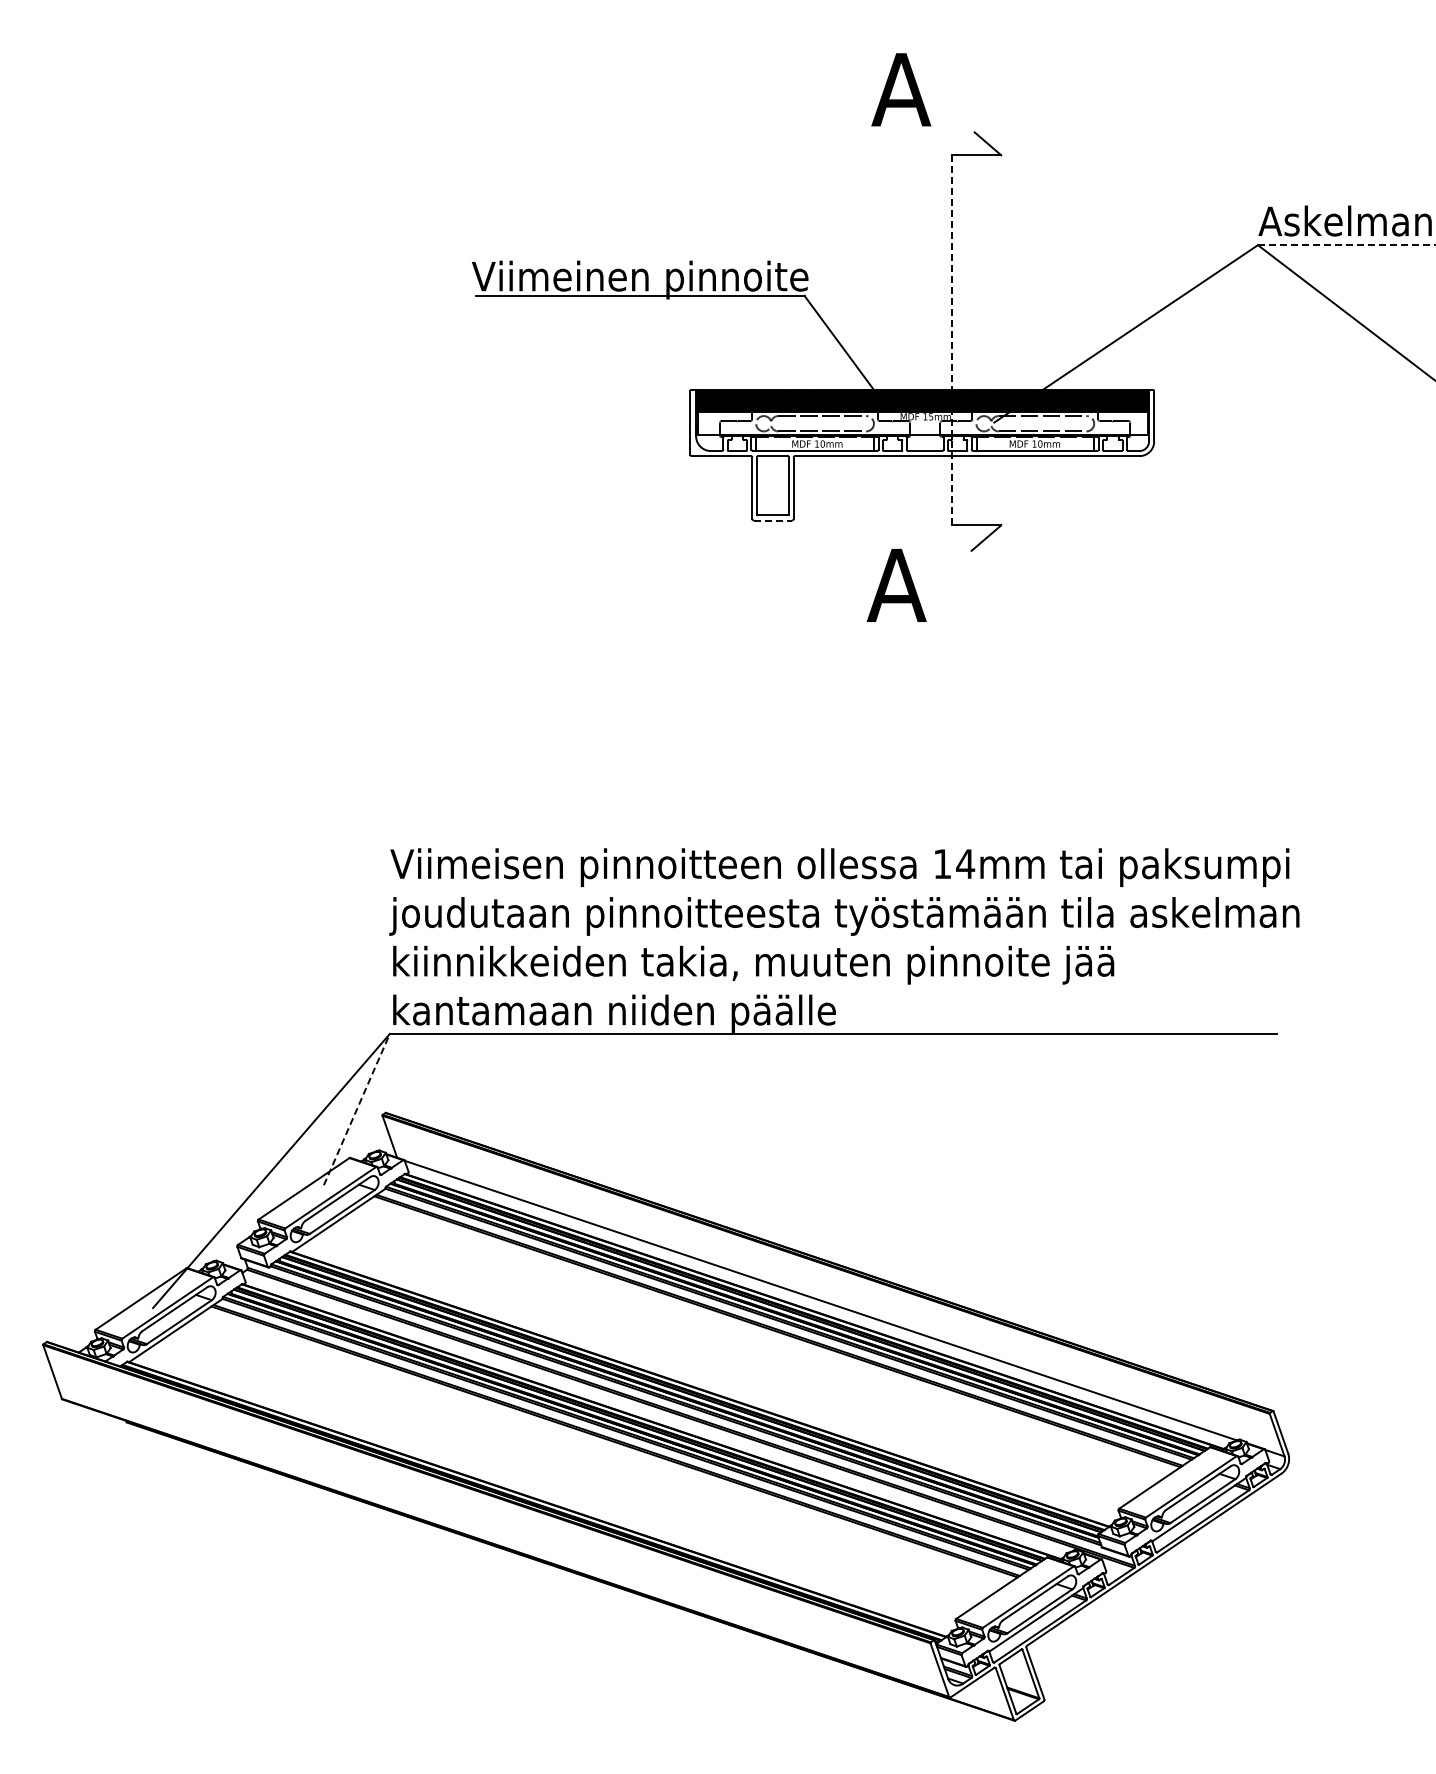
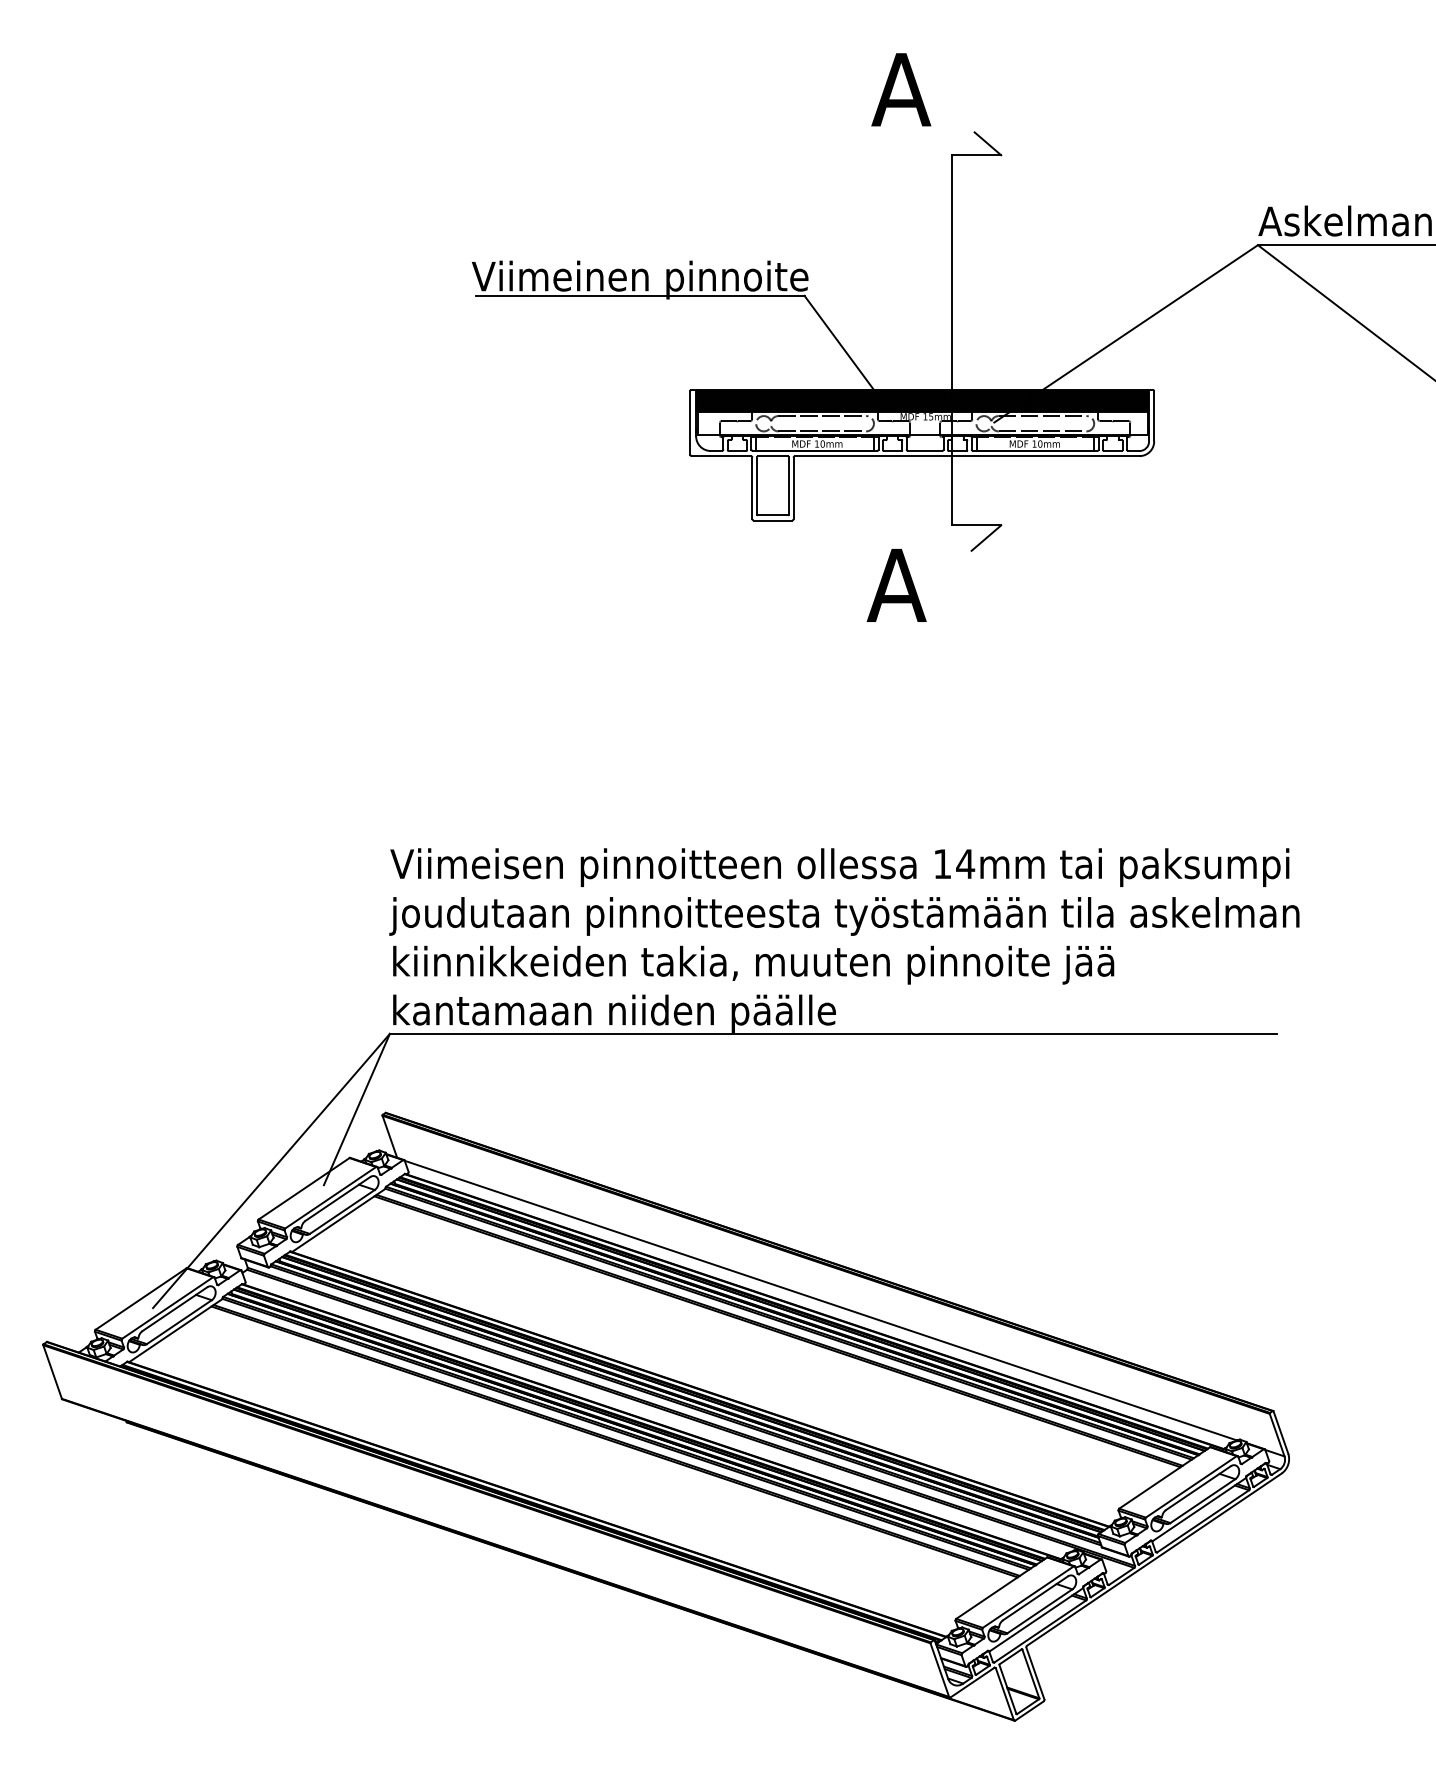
line at (1346, 245): dashed -> solid
line at (952, 340): dashed -> solid
line at (773, 520): dashed -> solid
line at (356, 1109): dashed -> solid
